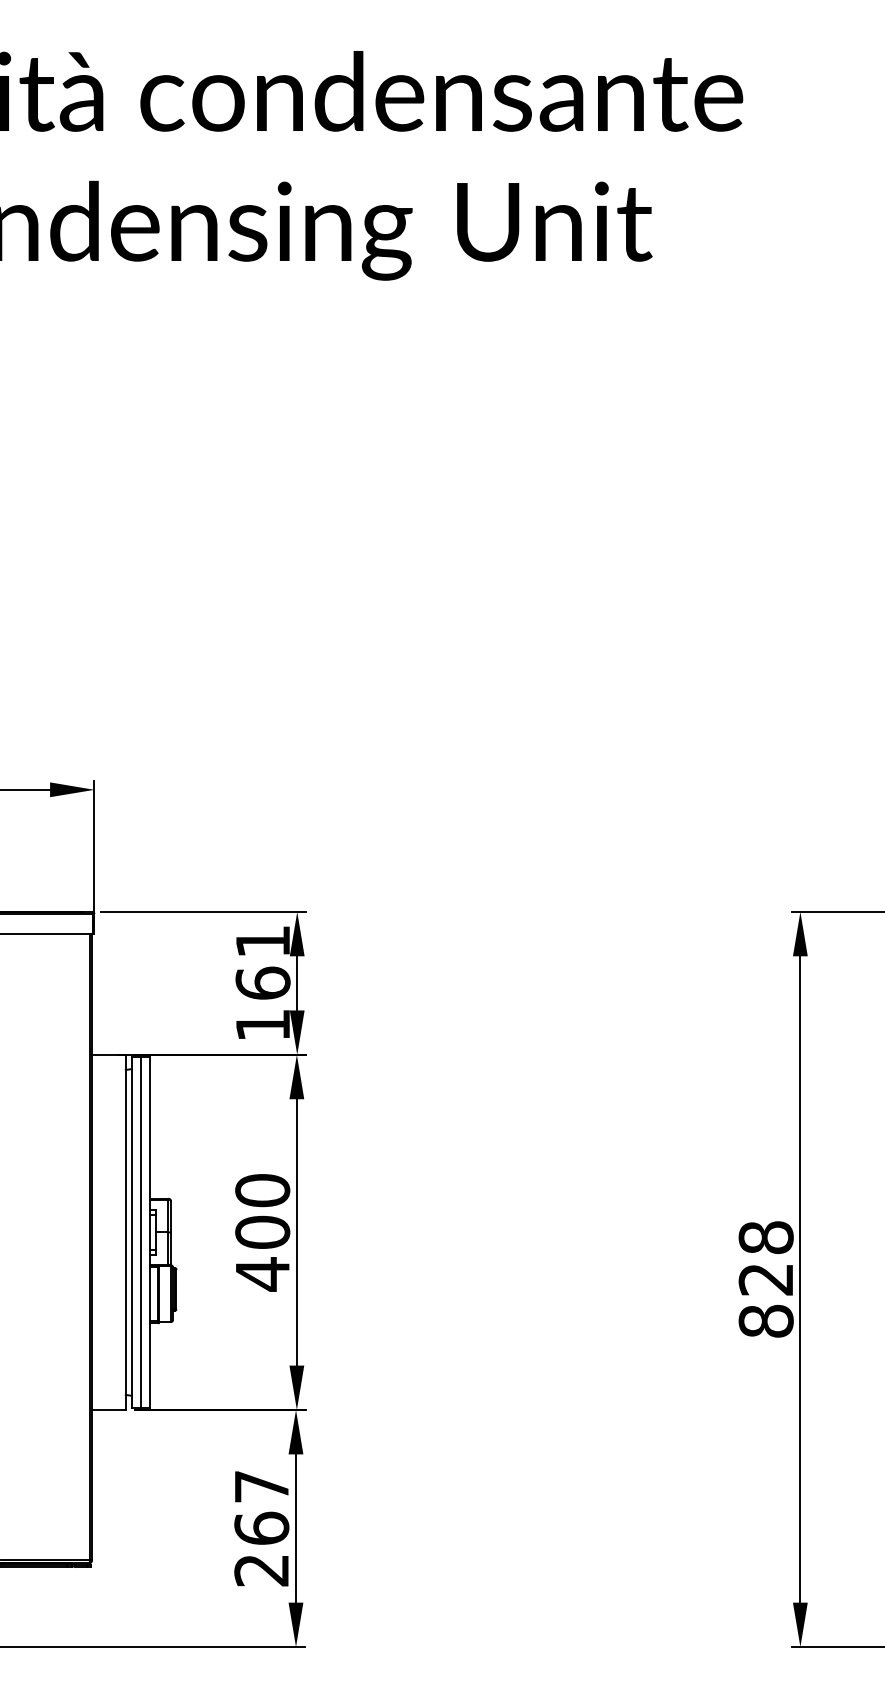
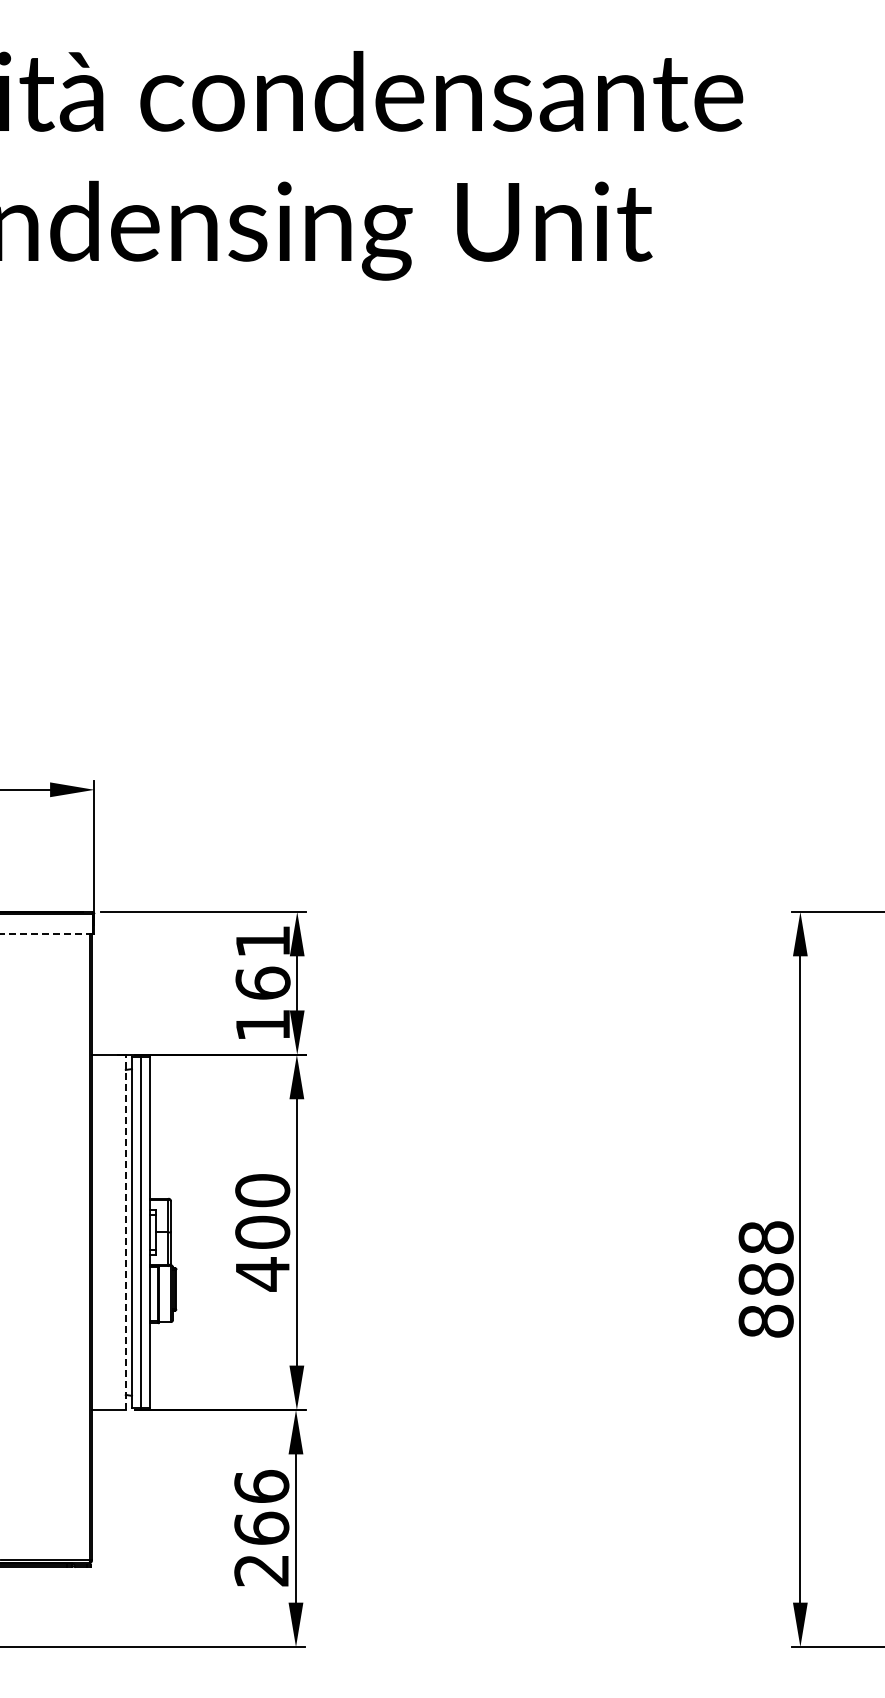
line at (46, 934): solid -> dashed
line at (125, 1232): solid -> dashed
text at (765, 1279): 828 -> 888
text at (261, 1486): 267 -> 266
